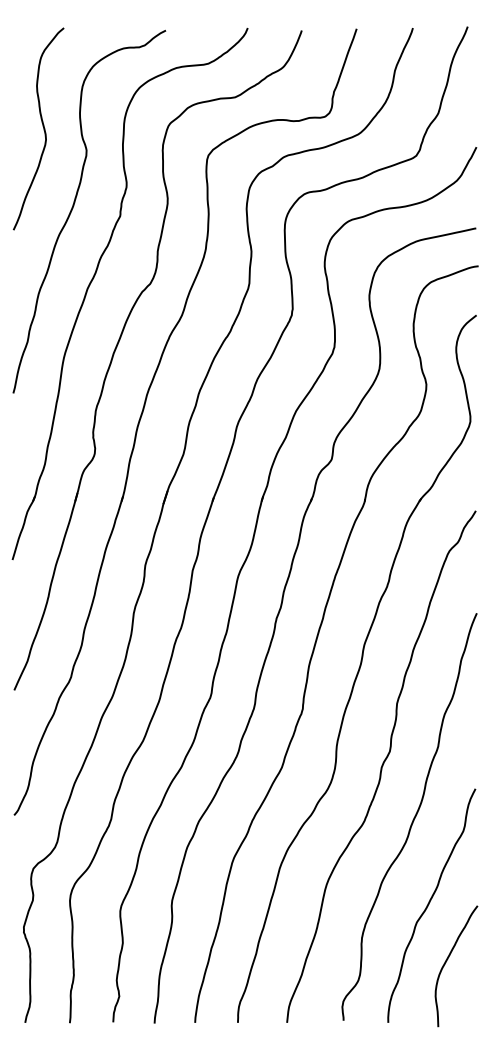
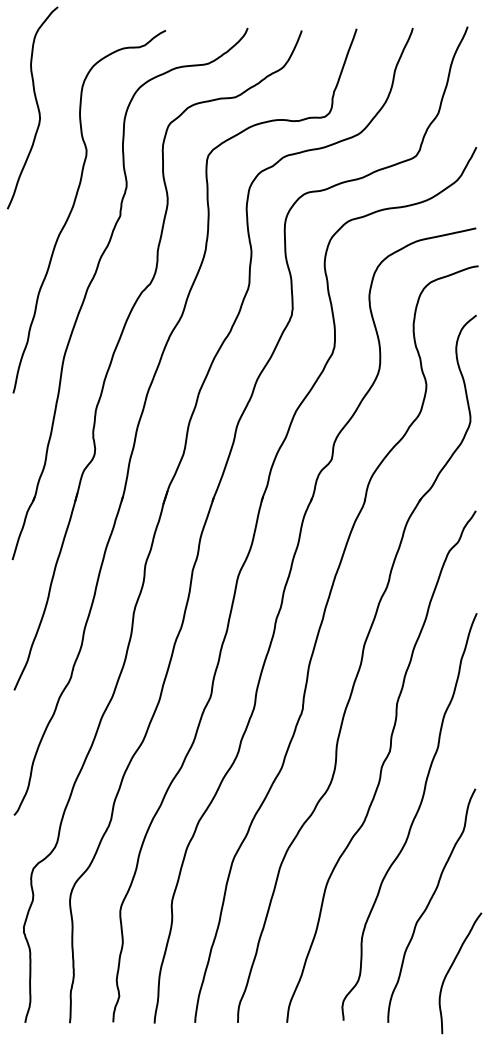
curve at (42, 126) position: (42, 126) -> (36, 105)
curve at (448, 959) position: (448, 959) -> (452, 966)
